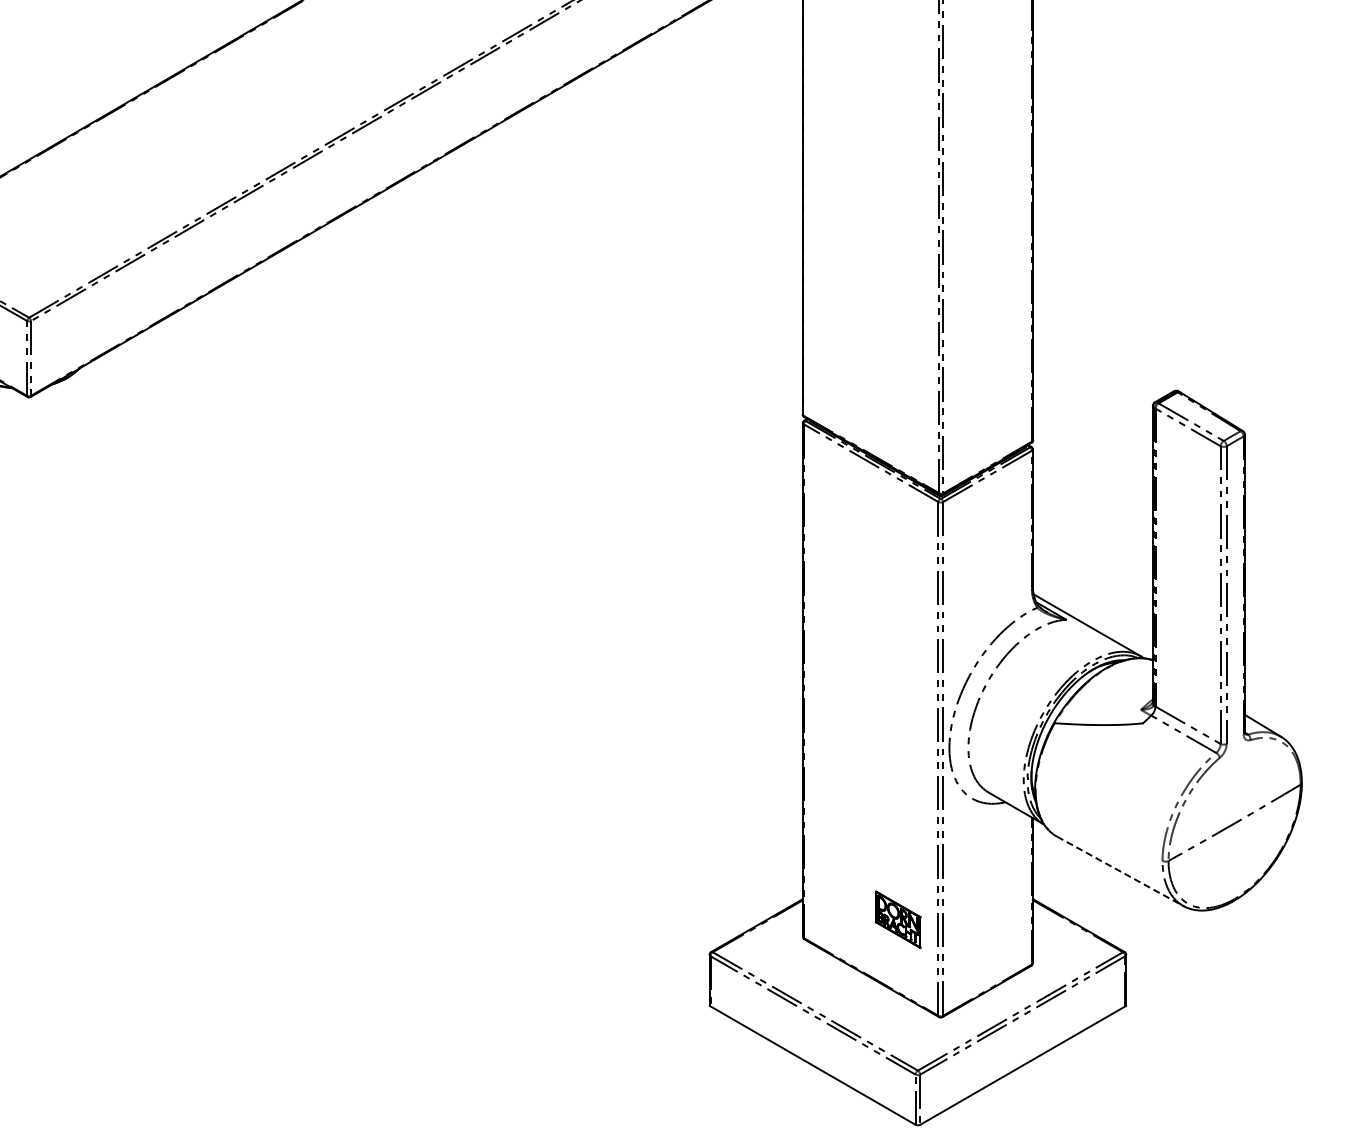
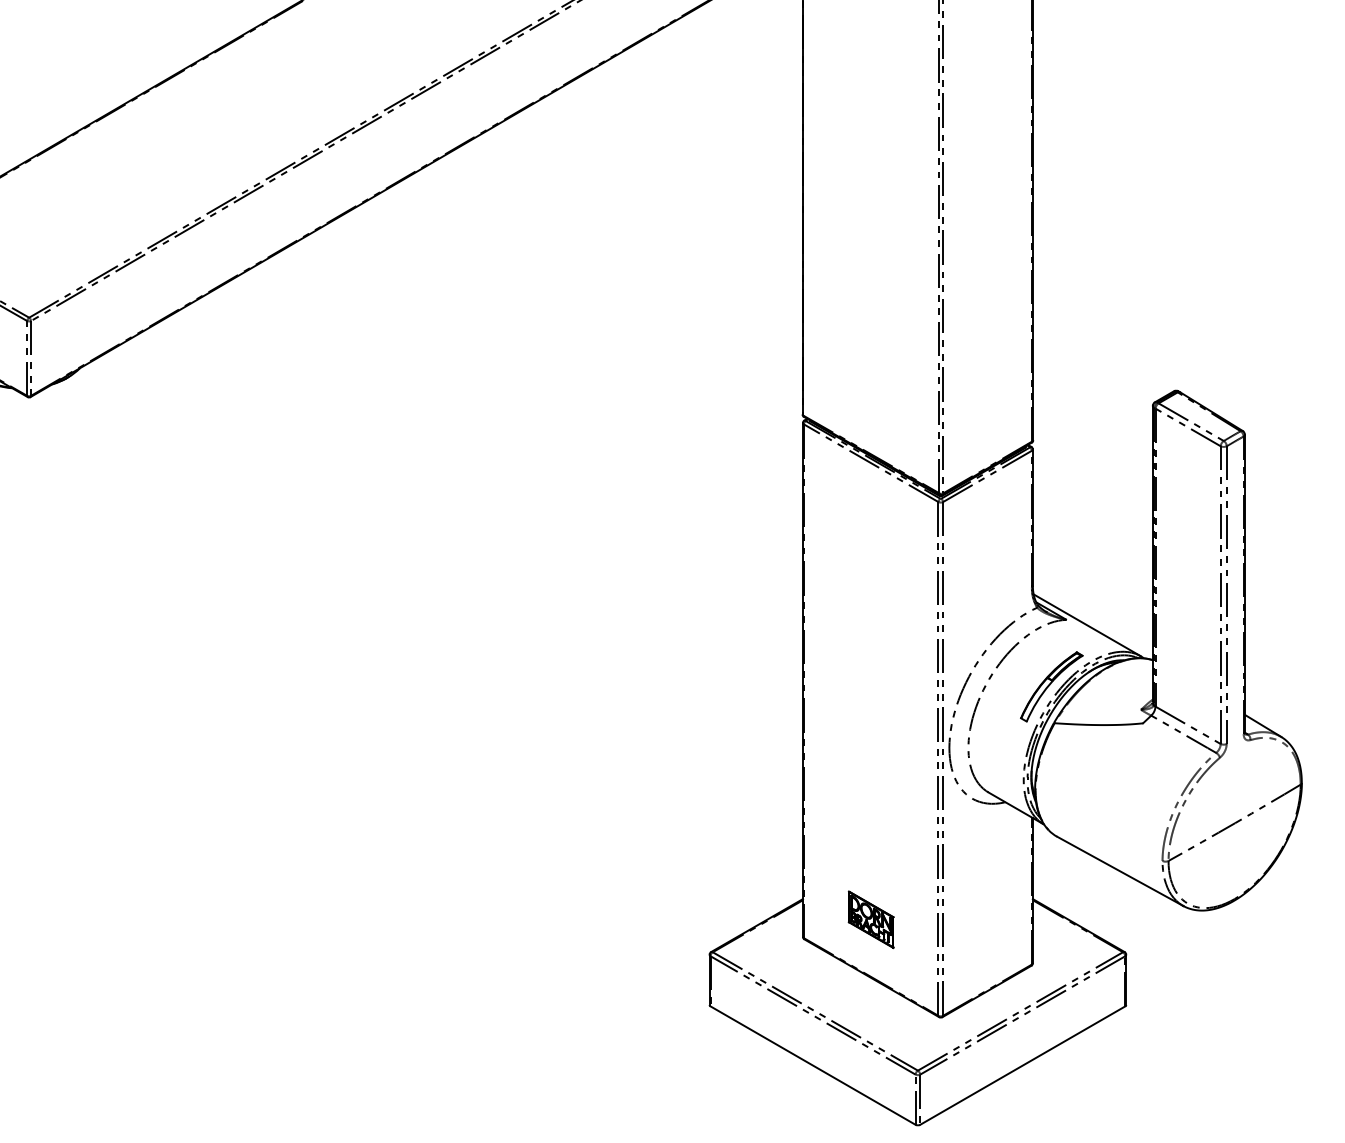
part at (1051, 686): none -> present
line at (1120, 871): dashed -> solid
part at (897, 919) position: (897, 919) -> (870, 919)
